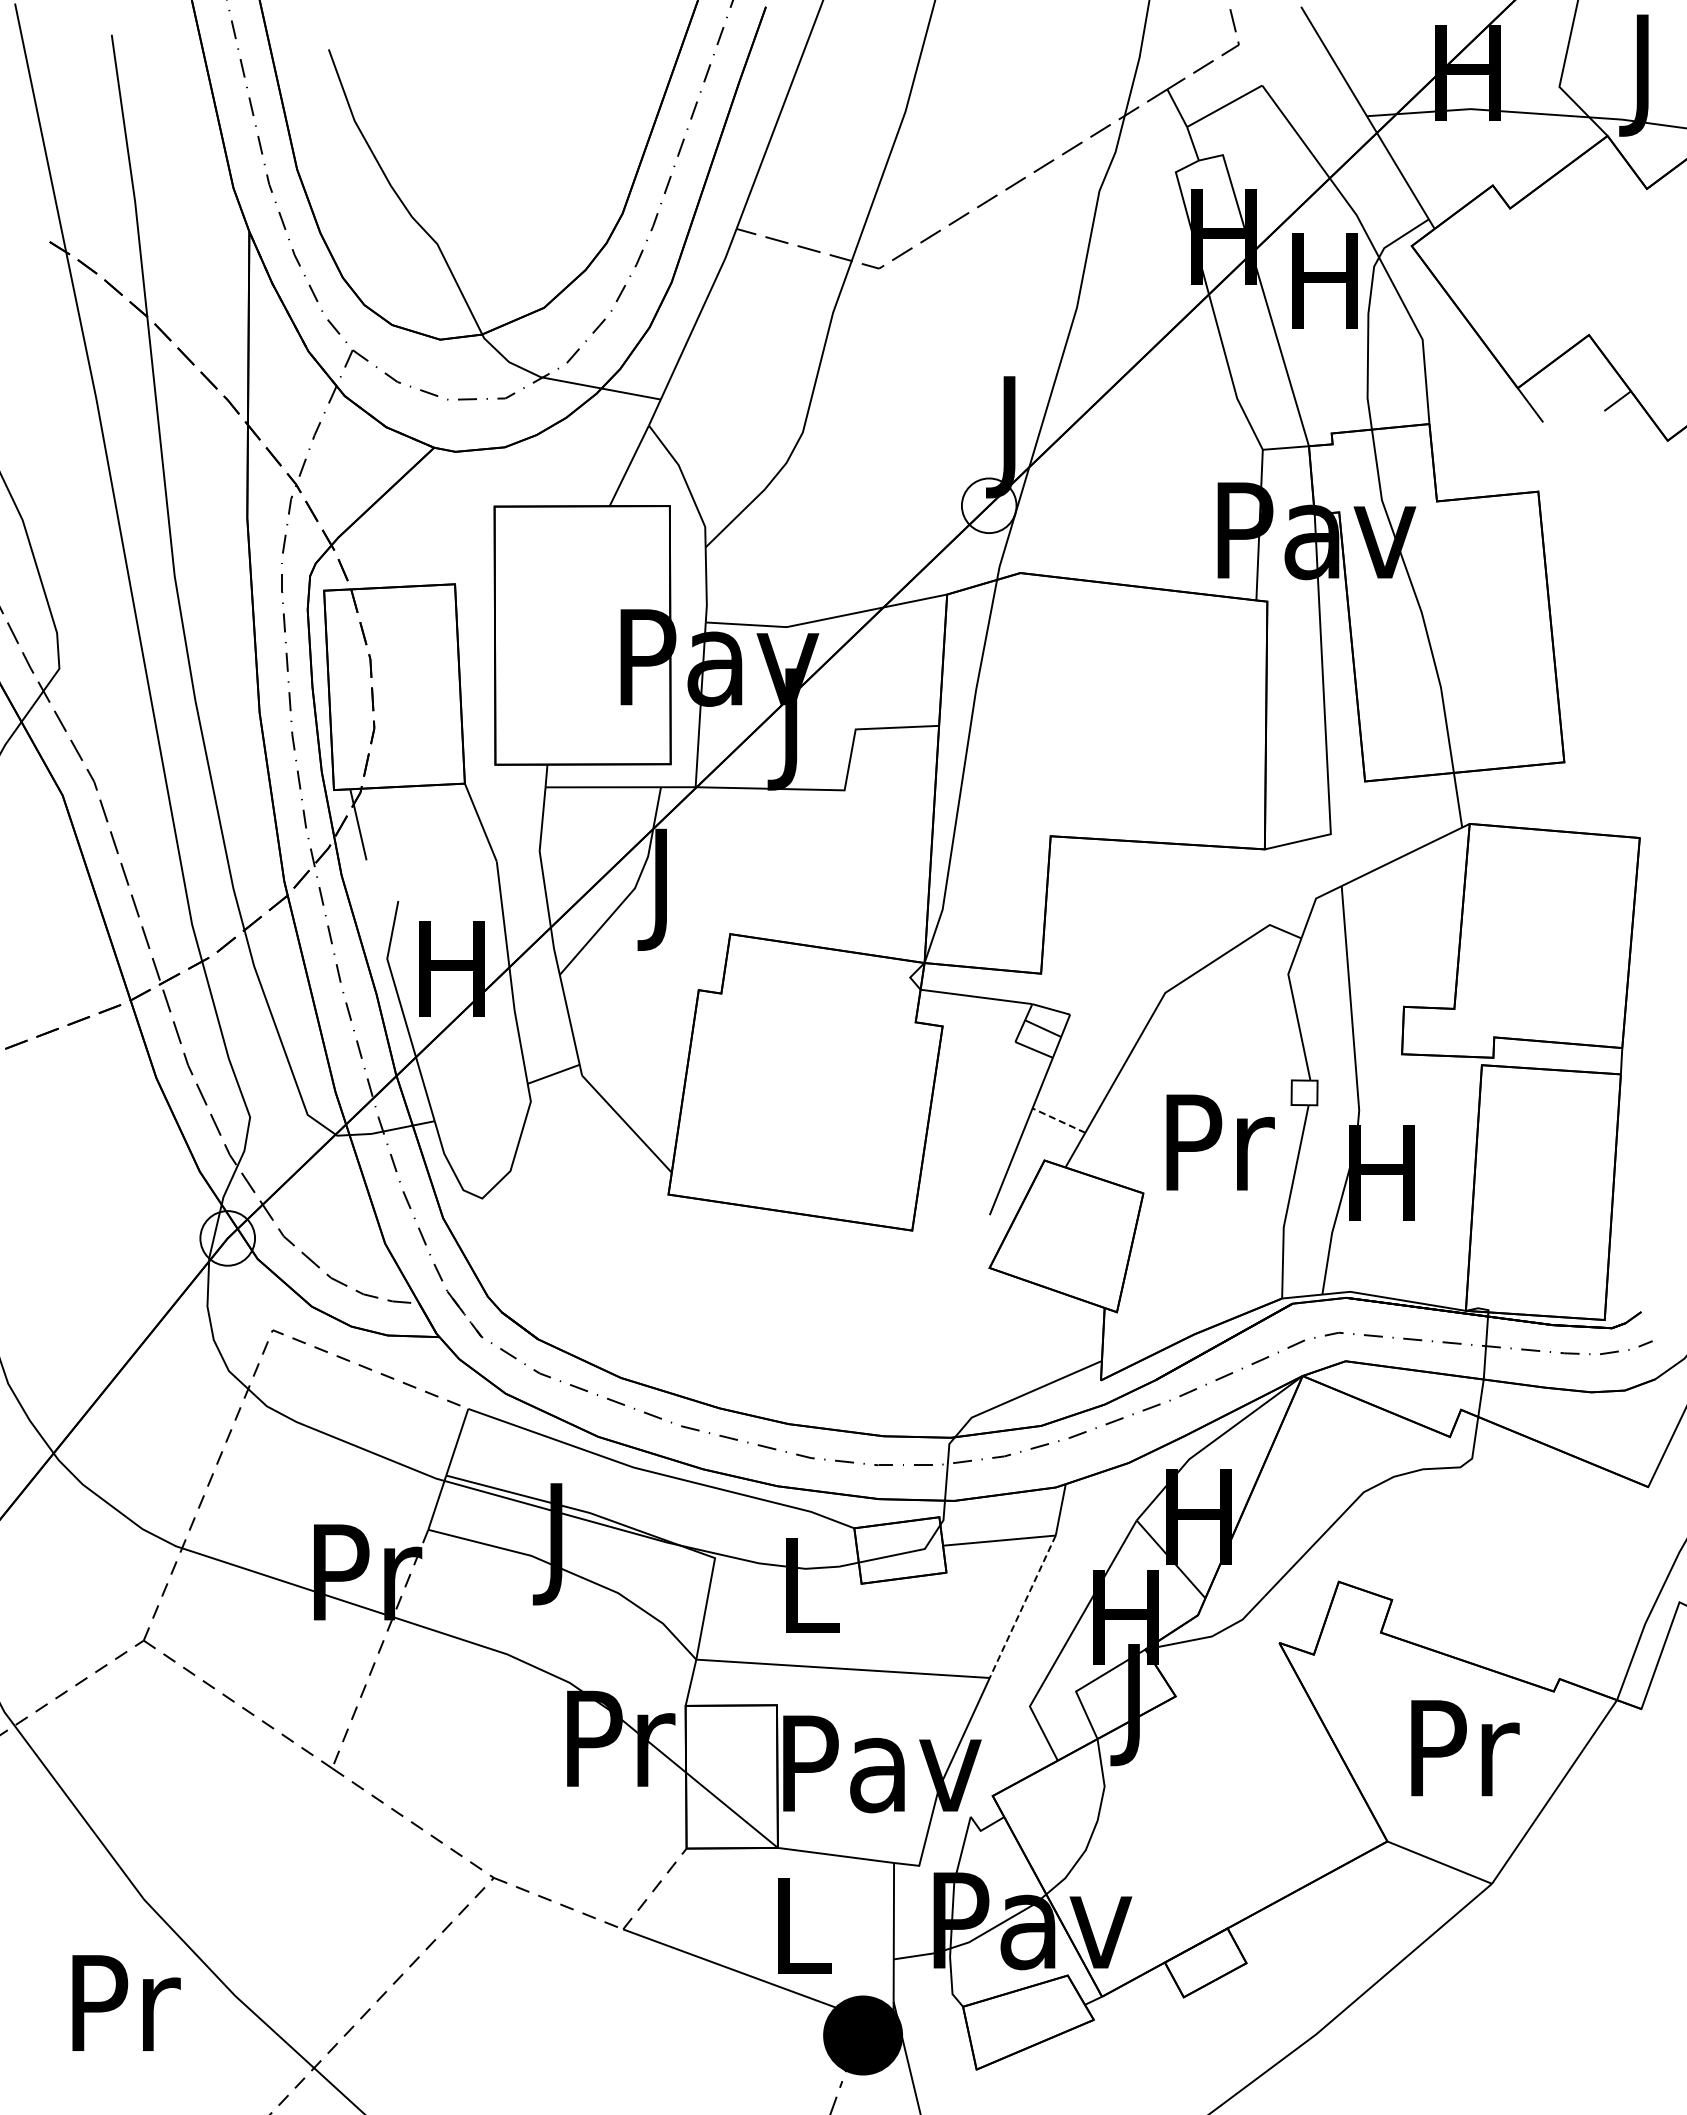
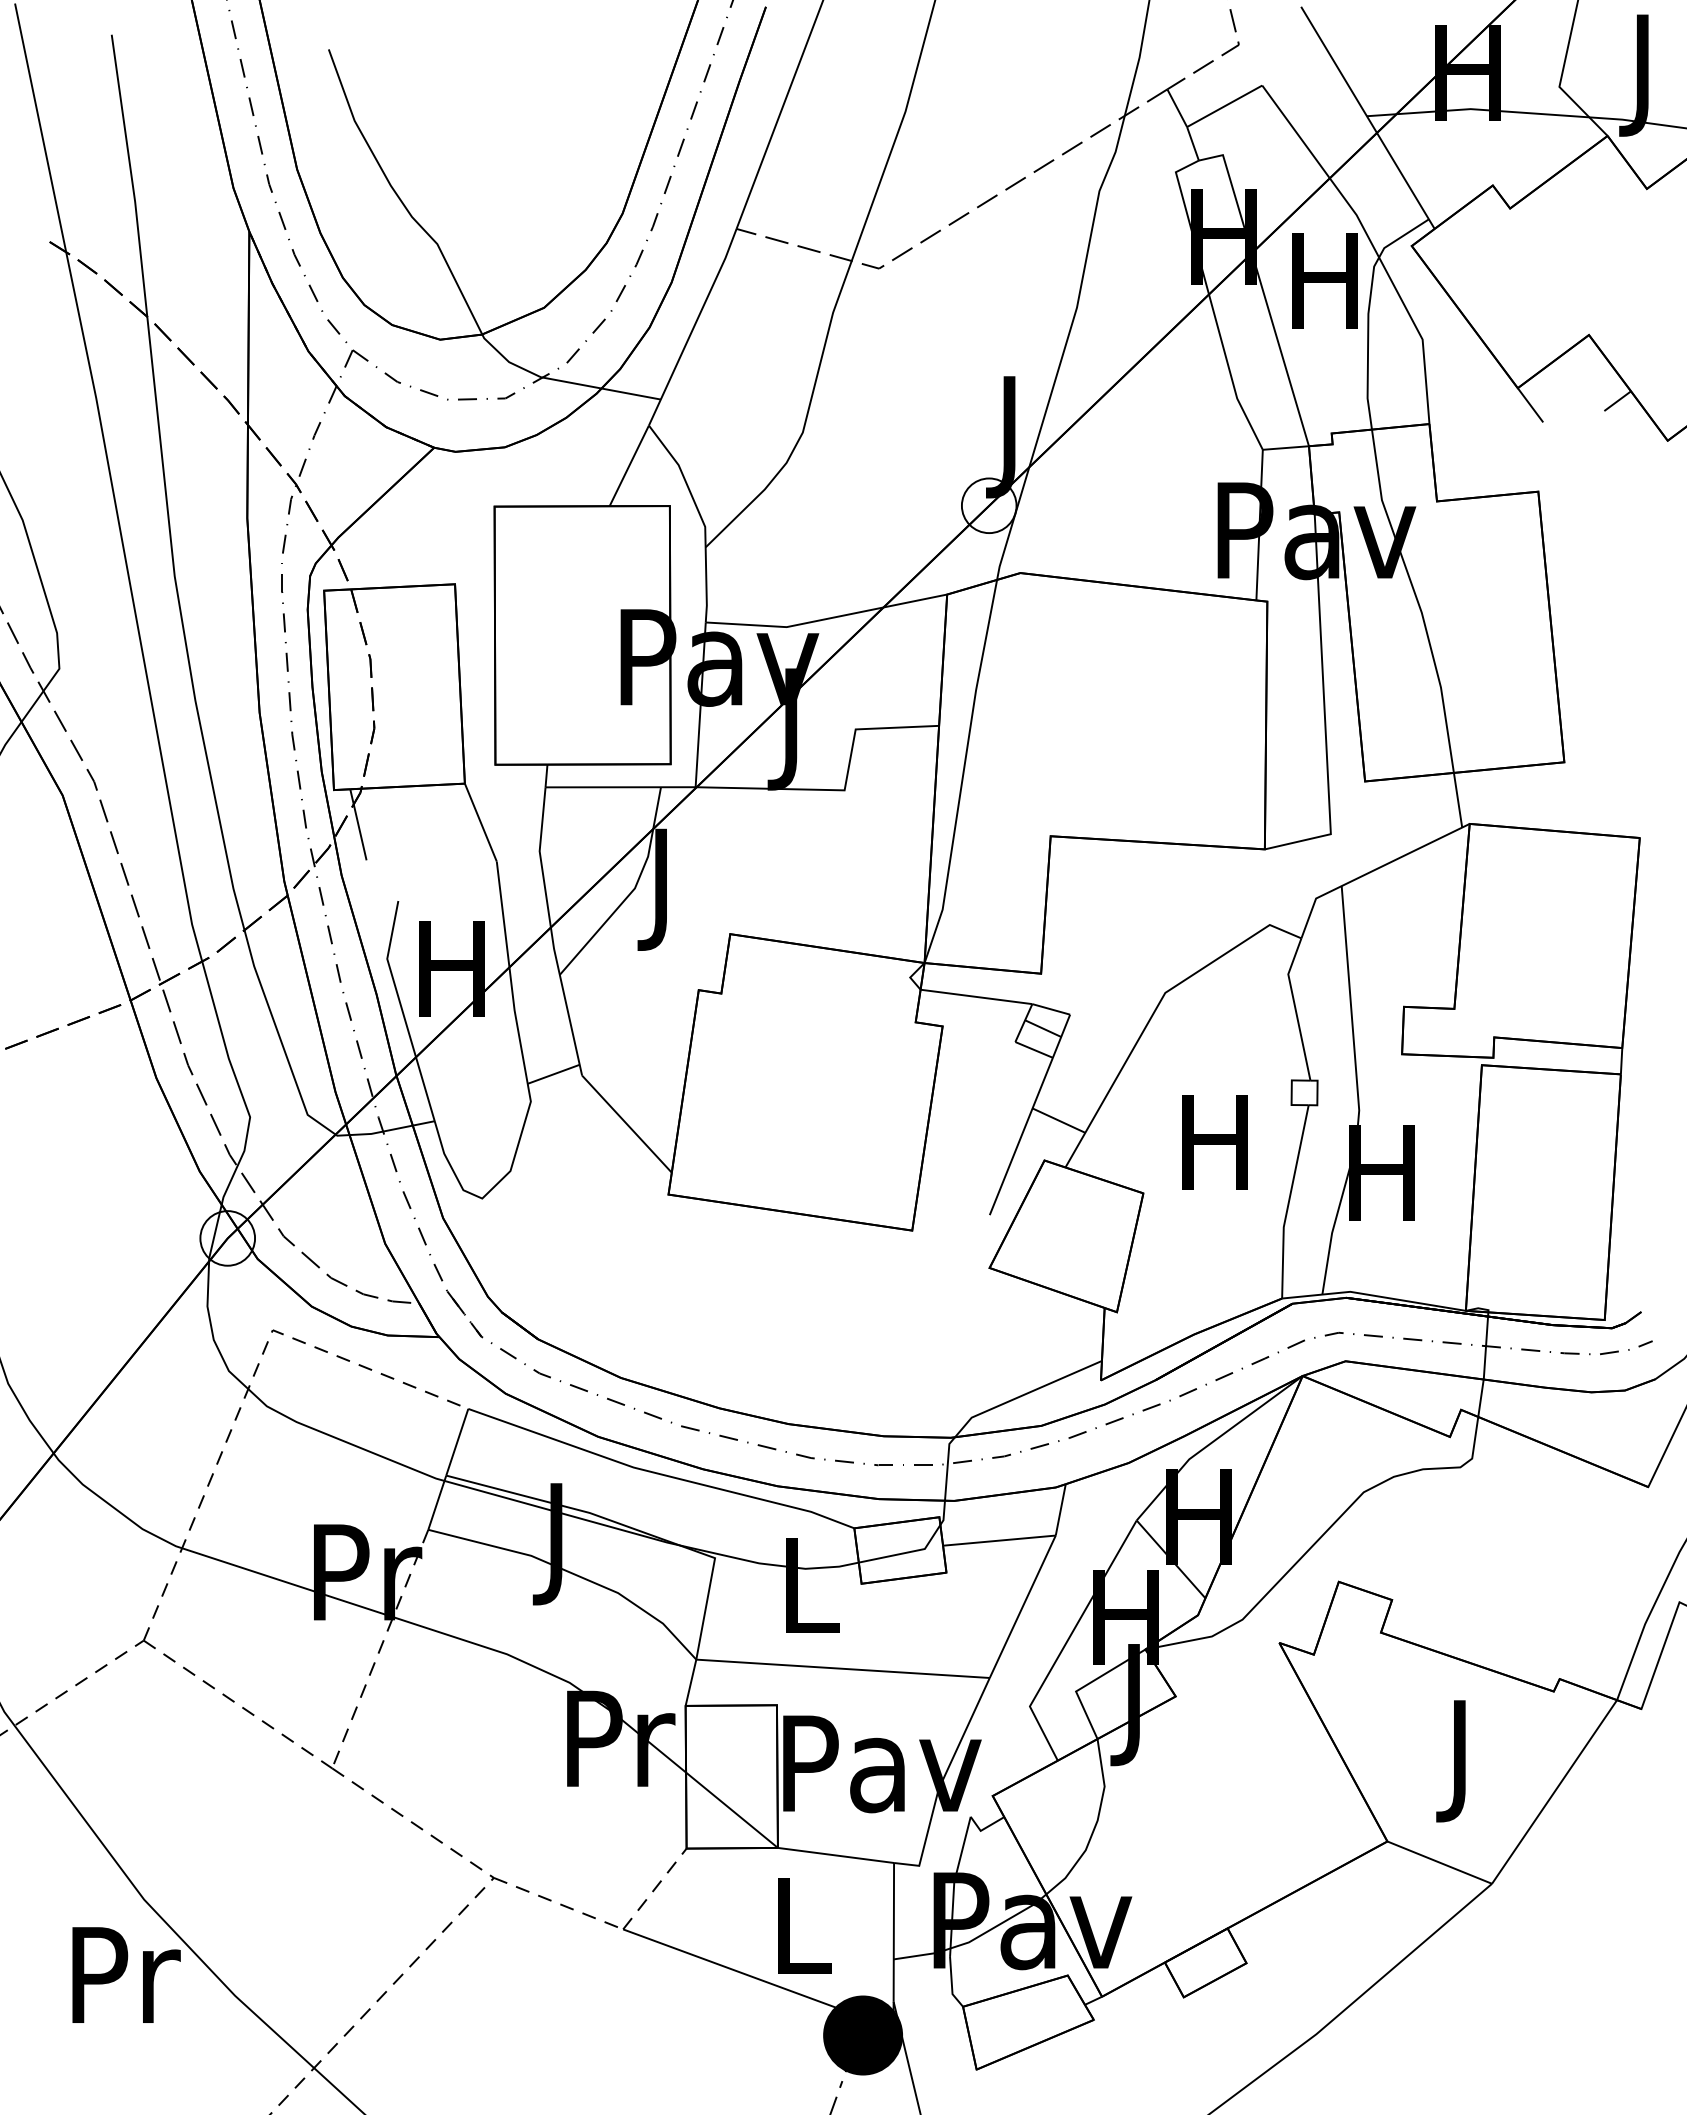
line at (1058, 1120): dashed -> solid
text at (1220, 1142): Pr -> H
line at (1022, 1607): dashed -> solid
text at (1465, 1761): Pr -> J
text at (126, 2002) position: (126, 2002) -> (126, 1974)
